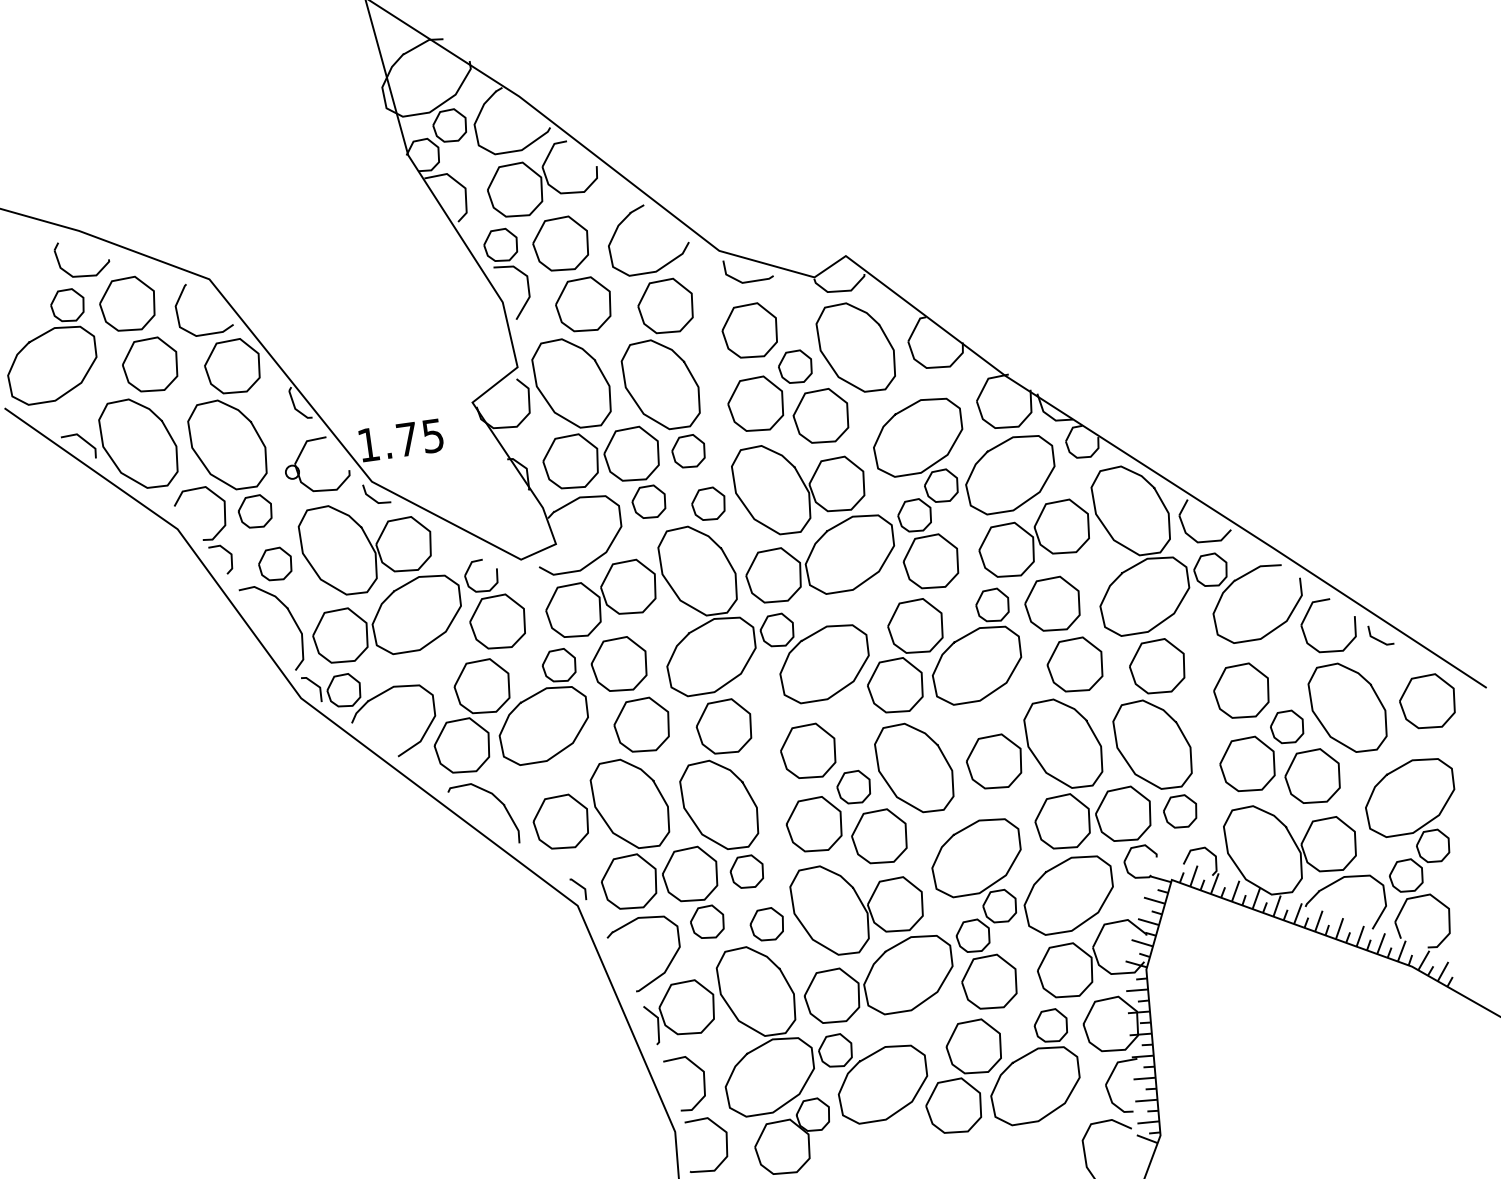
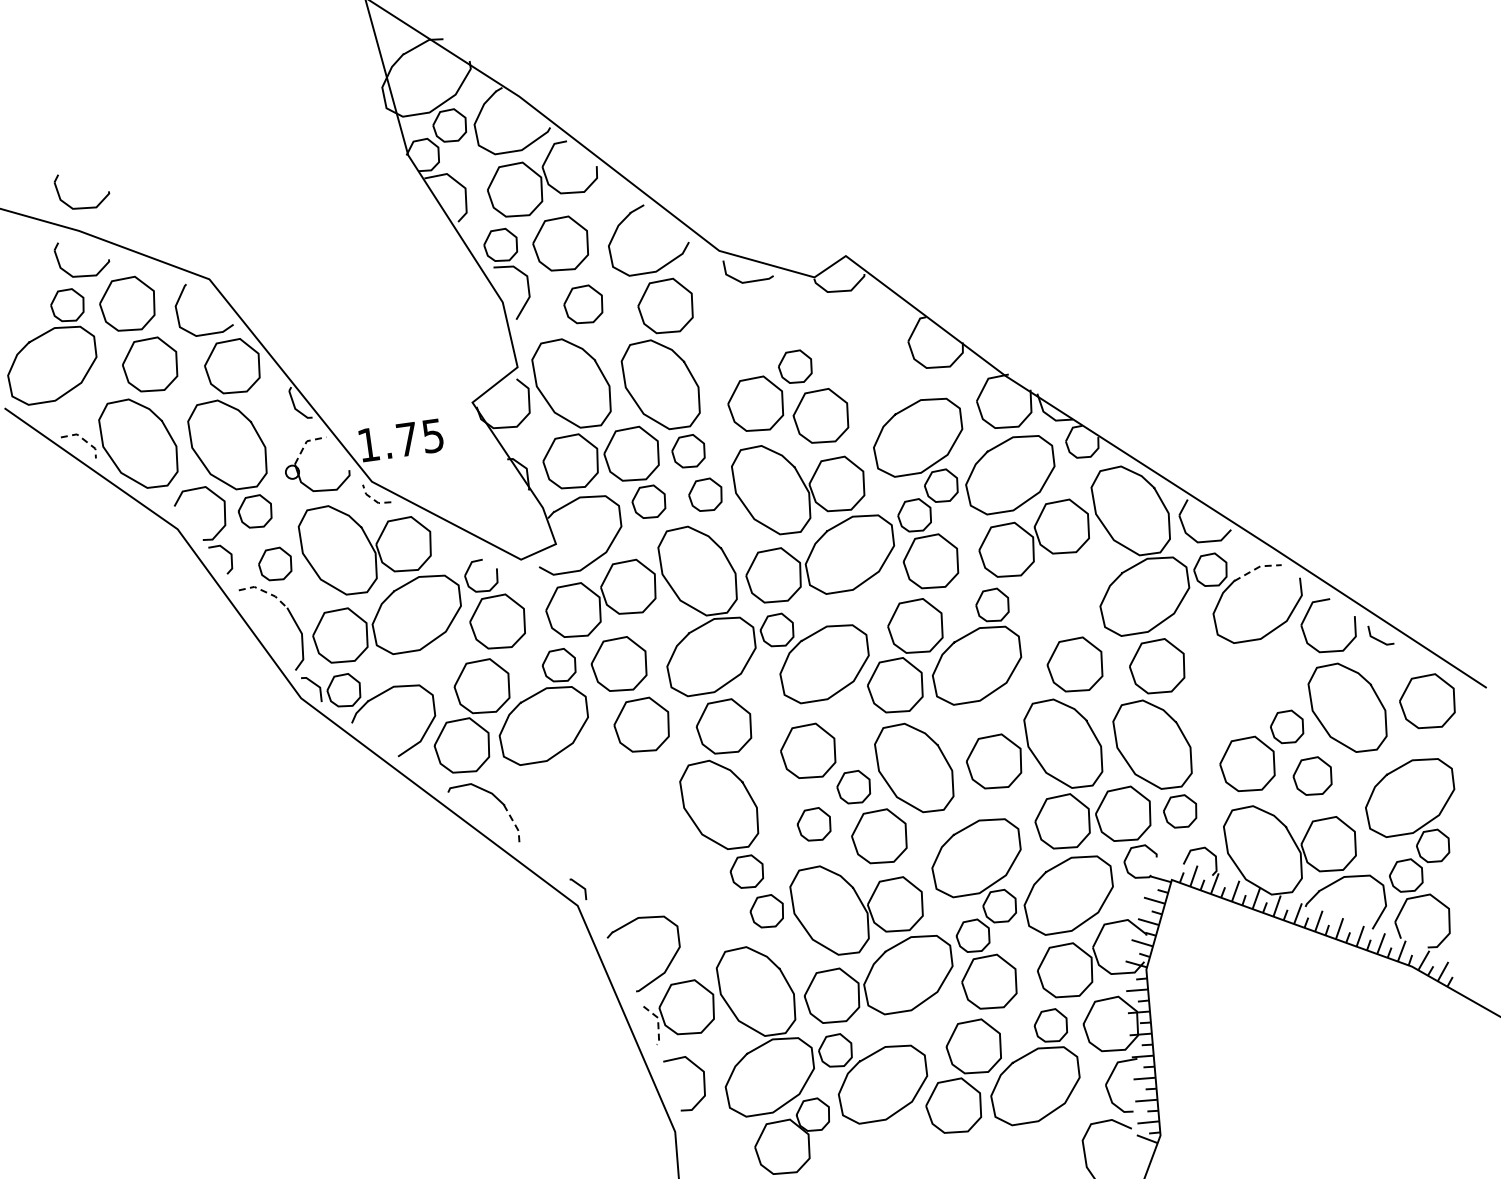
part at (81, 207): none -> present
part at (583, 304) size: 57x57 px -> 41x41 px
part at (749, 330): present -> none
curve at (831, 364): present -> none
line at (83, 439): solid -> dashed
line at (305, 443): solid -> dashed
line at (373, 499): solid -> dashed
part at (708, 503) position: (708, 503) -> (705, 494)
line at (1257, 567): solid -> dashed
line at (265, 592): solid -> dashed
part at (1052, 603): present -> none
part at (1241, 690): present -> none
part at (1312, 775) size: 57x56 px -> 41x40 px
line at (514, 824): solid -> dashed
part at (813, 824) size: 58x57 px -> 36x35 px
part at (628, 848): present -> none
part at (766, 924) position: (766, 924) -> (766, 911)
line at (658, 1022): solid -> dashed
curve at (725, 1140): present -> none
